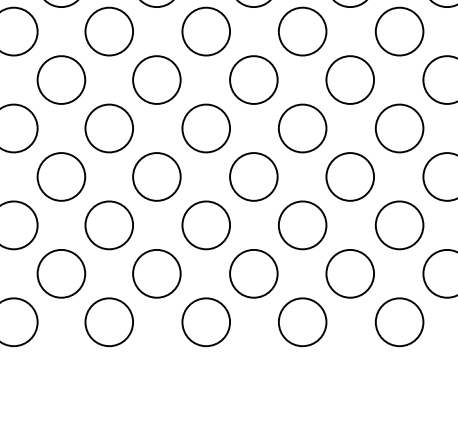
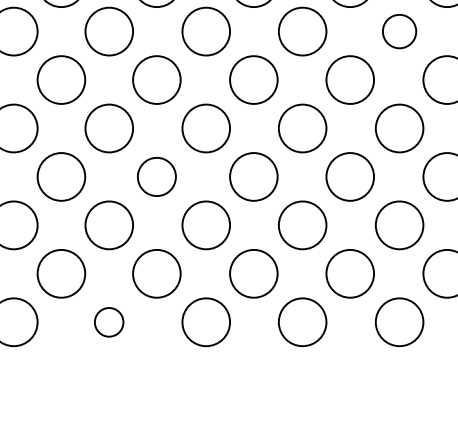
part at (399, 31) size: 51x51 px -> 36x36 px
part at (156, 176) size: 50x50 px -> 40x40 px
part at (108, 322) size: 50x51 px -> 31x31 px
